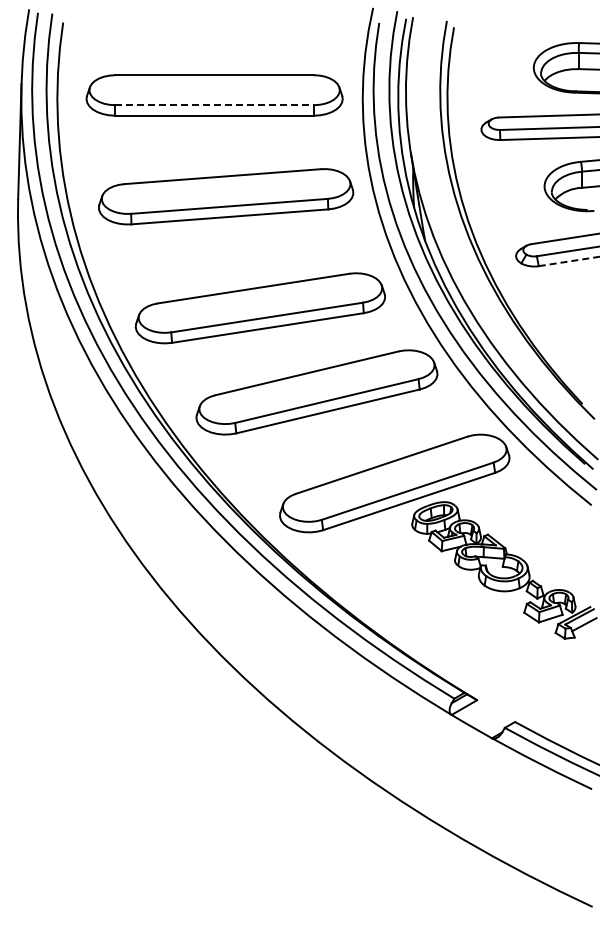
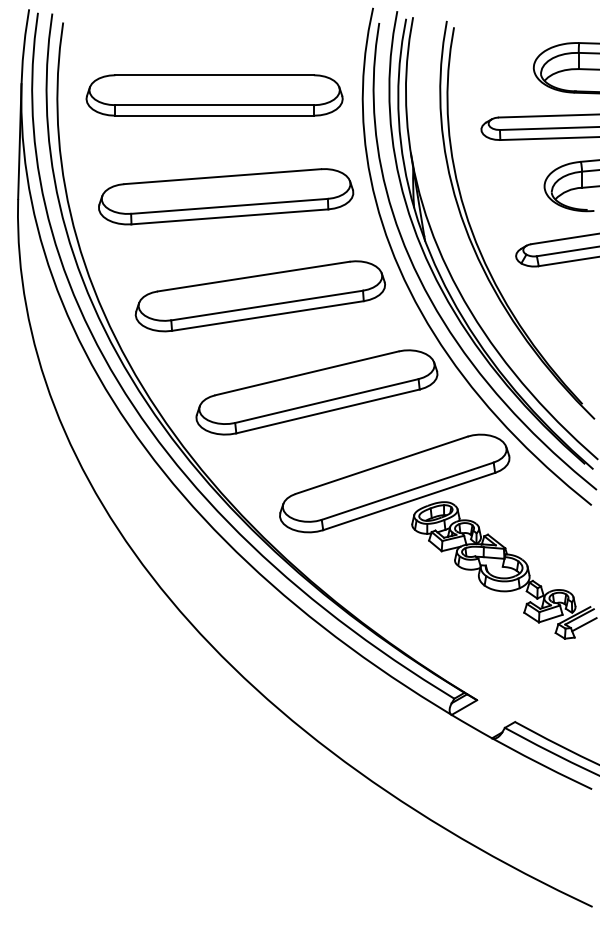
line at (215, 105): dashed -> solid
line at (569, 261): dashed -> solid
part at (259, 308) position: (259, 308) -> (259, 296)
